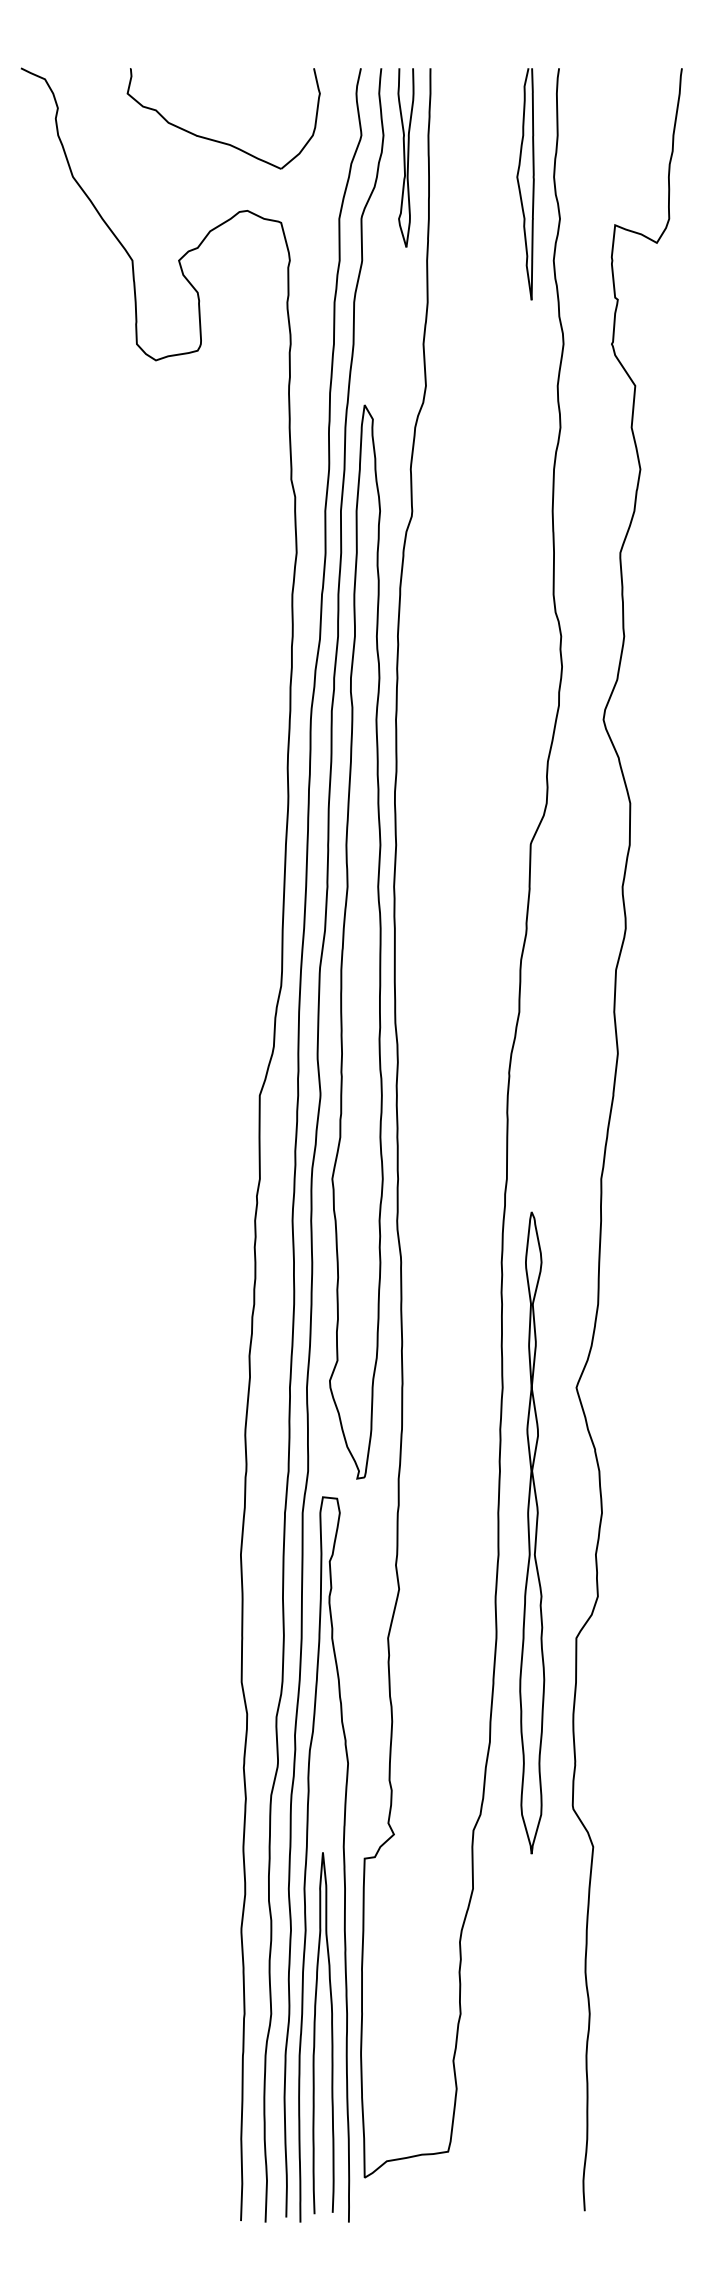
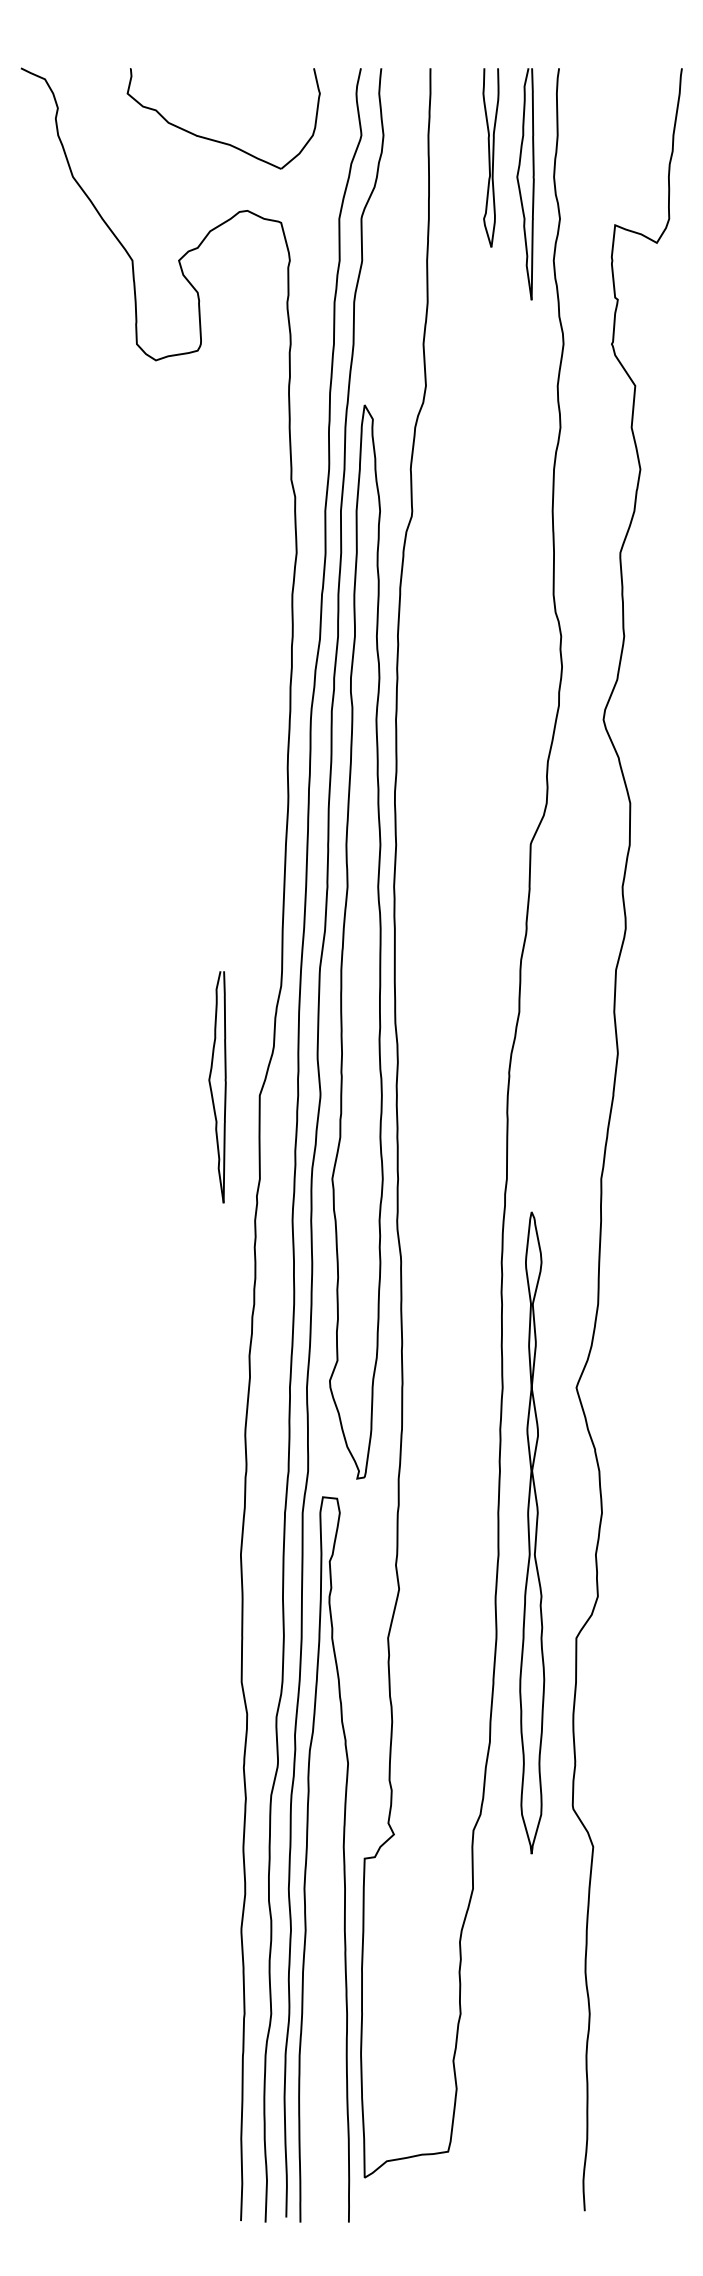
part at (405, 157) position: (405, 157) -> (490, 157)
part at (217, 1087): none -> present
curve at (315, 2033): present -> none
